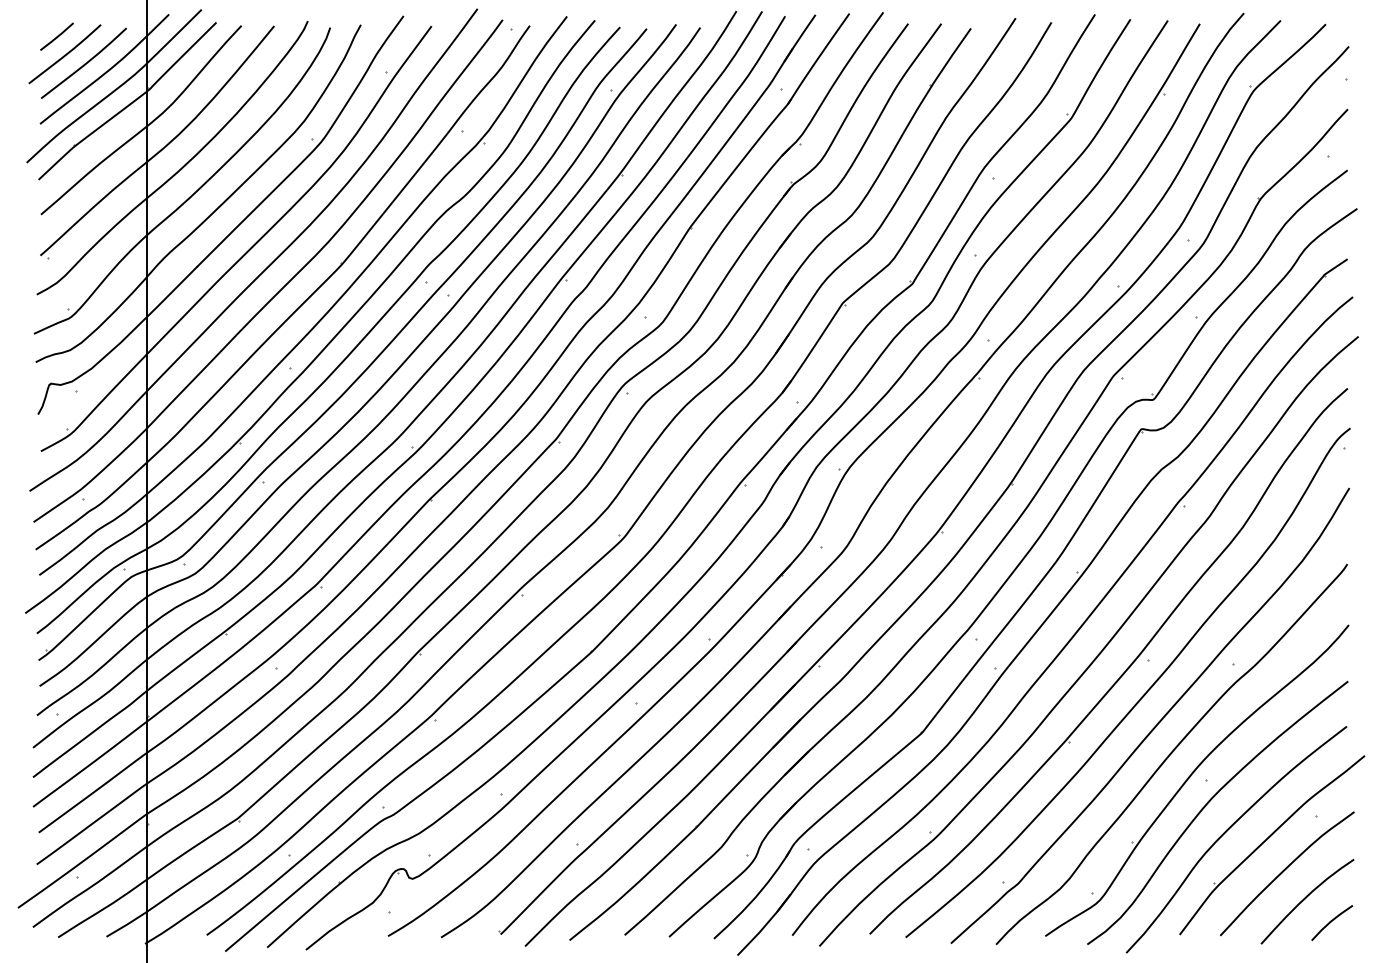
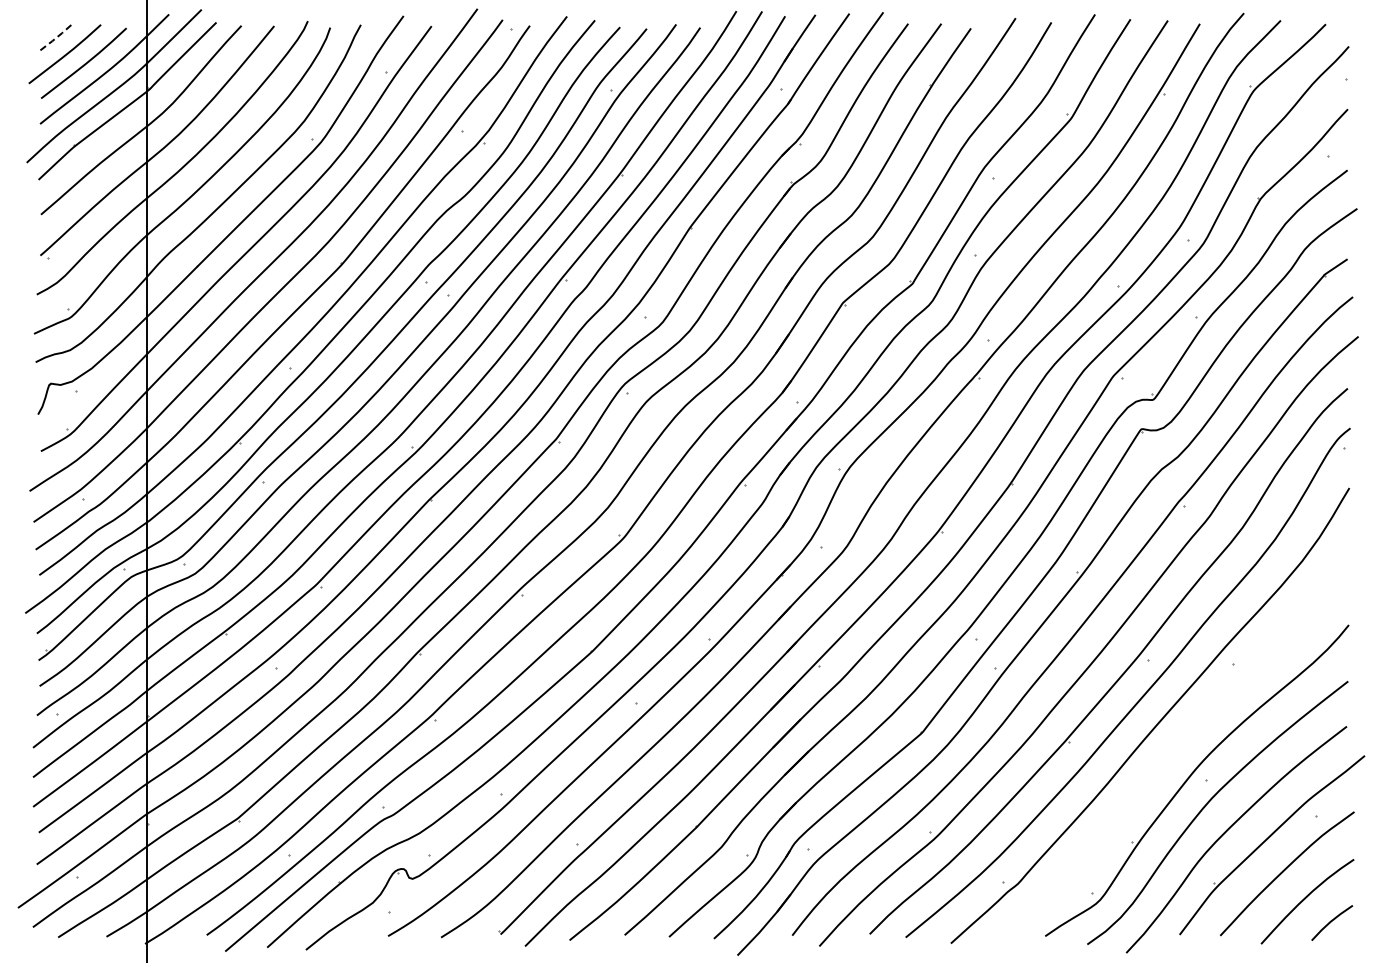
line at (57, 36): solid -> dashed
curve at (1171, 754): present -> none
